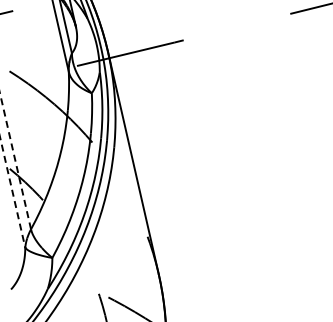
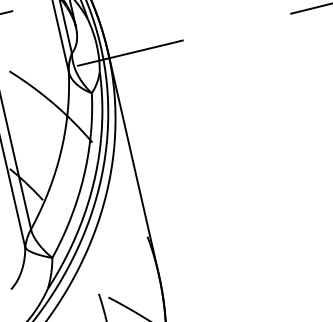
line at (15, 161): dashed -> solid
line at (12, 193): dashed -> solid
